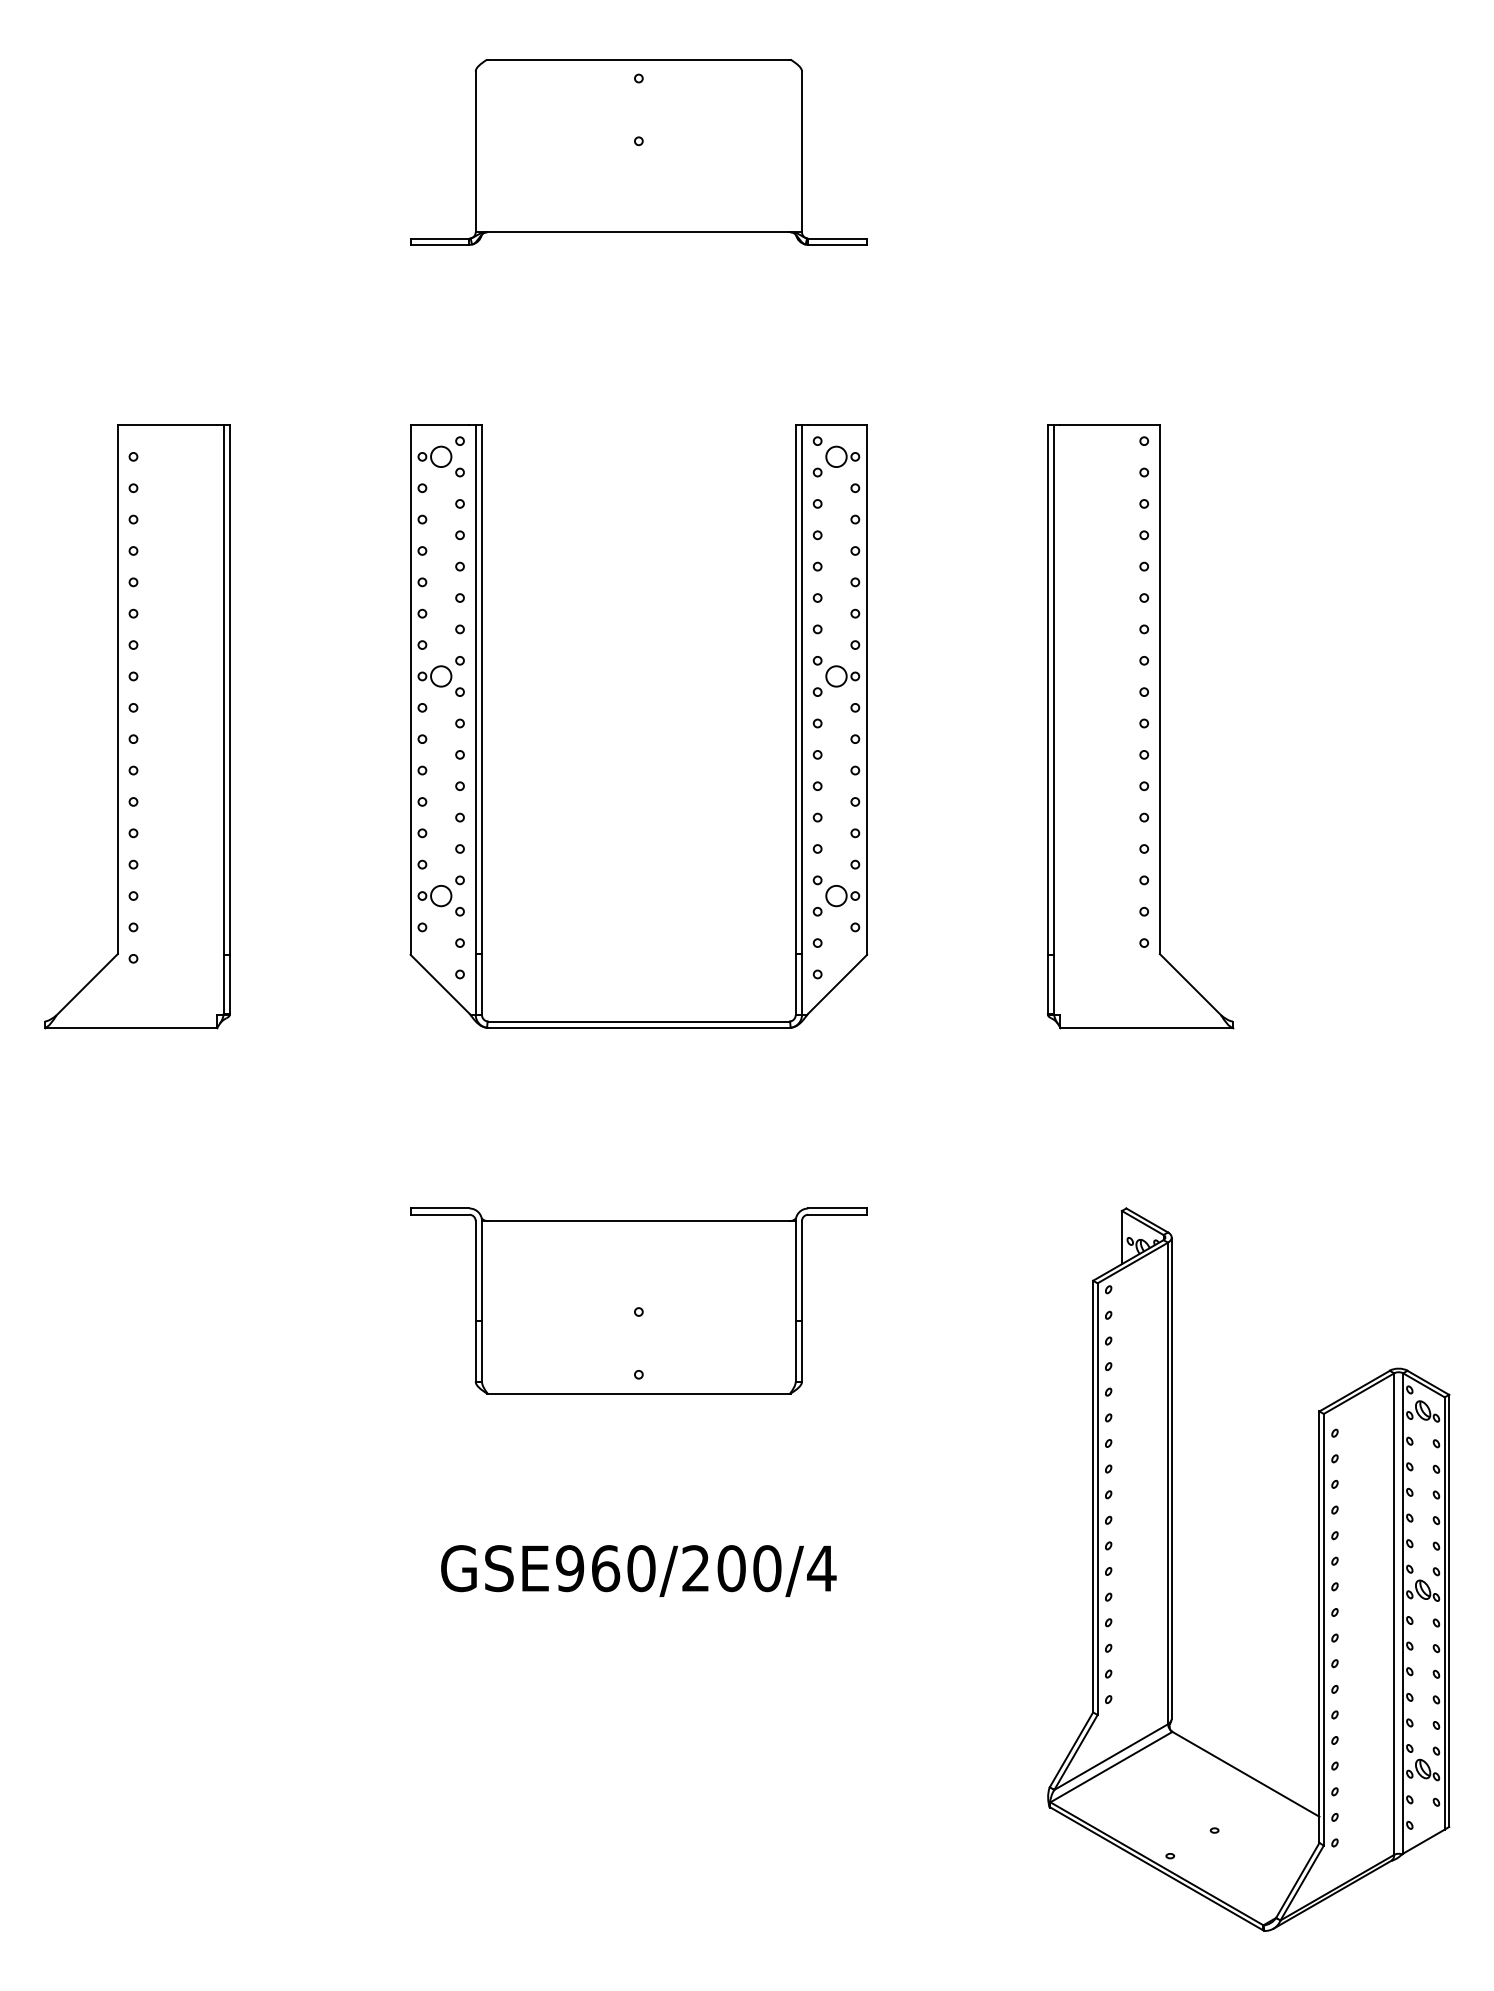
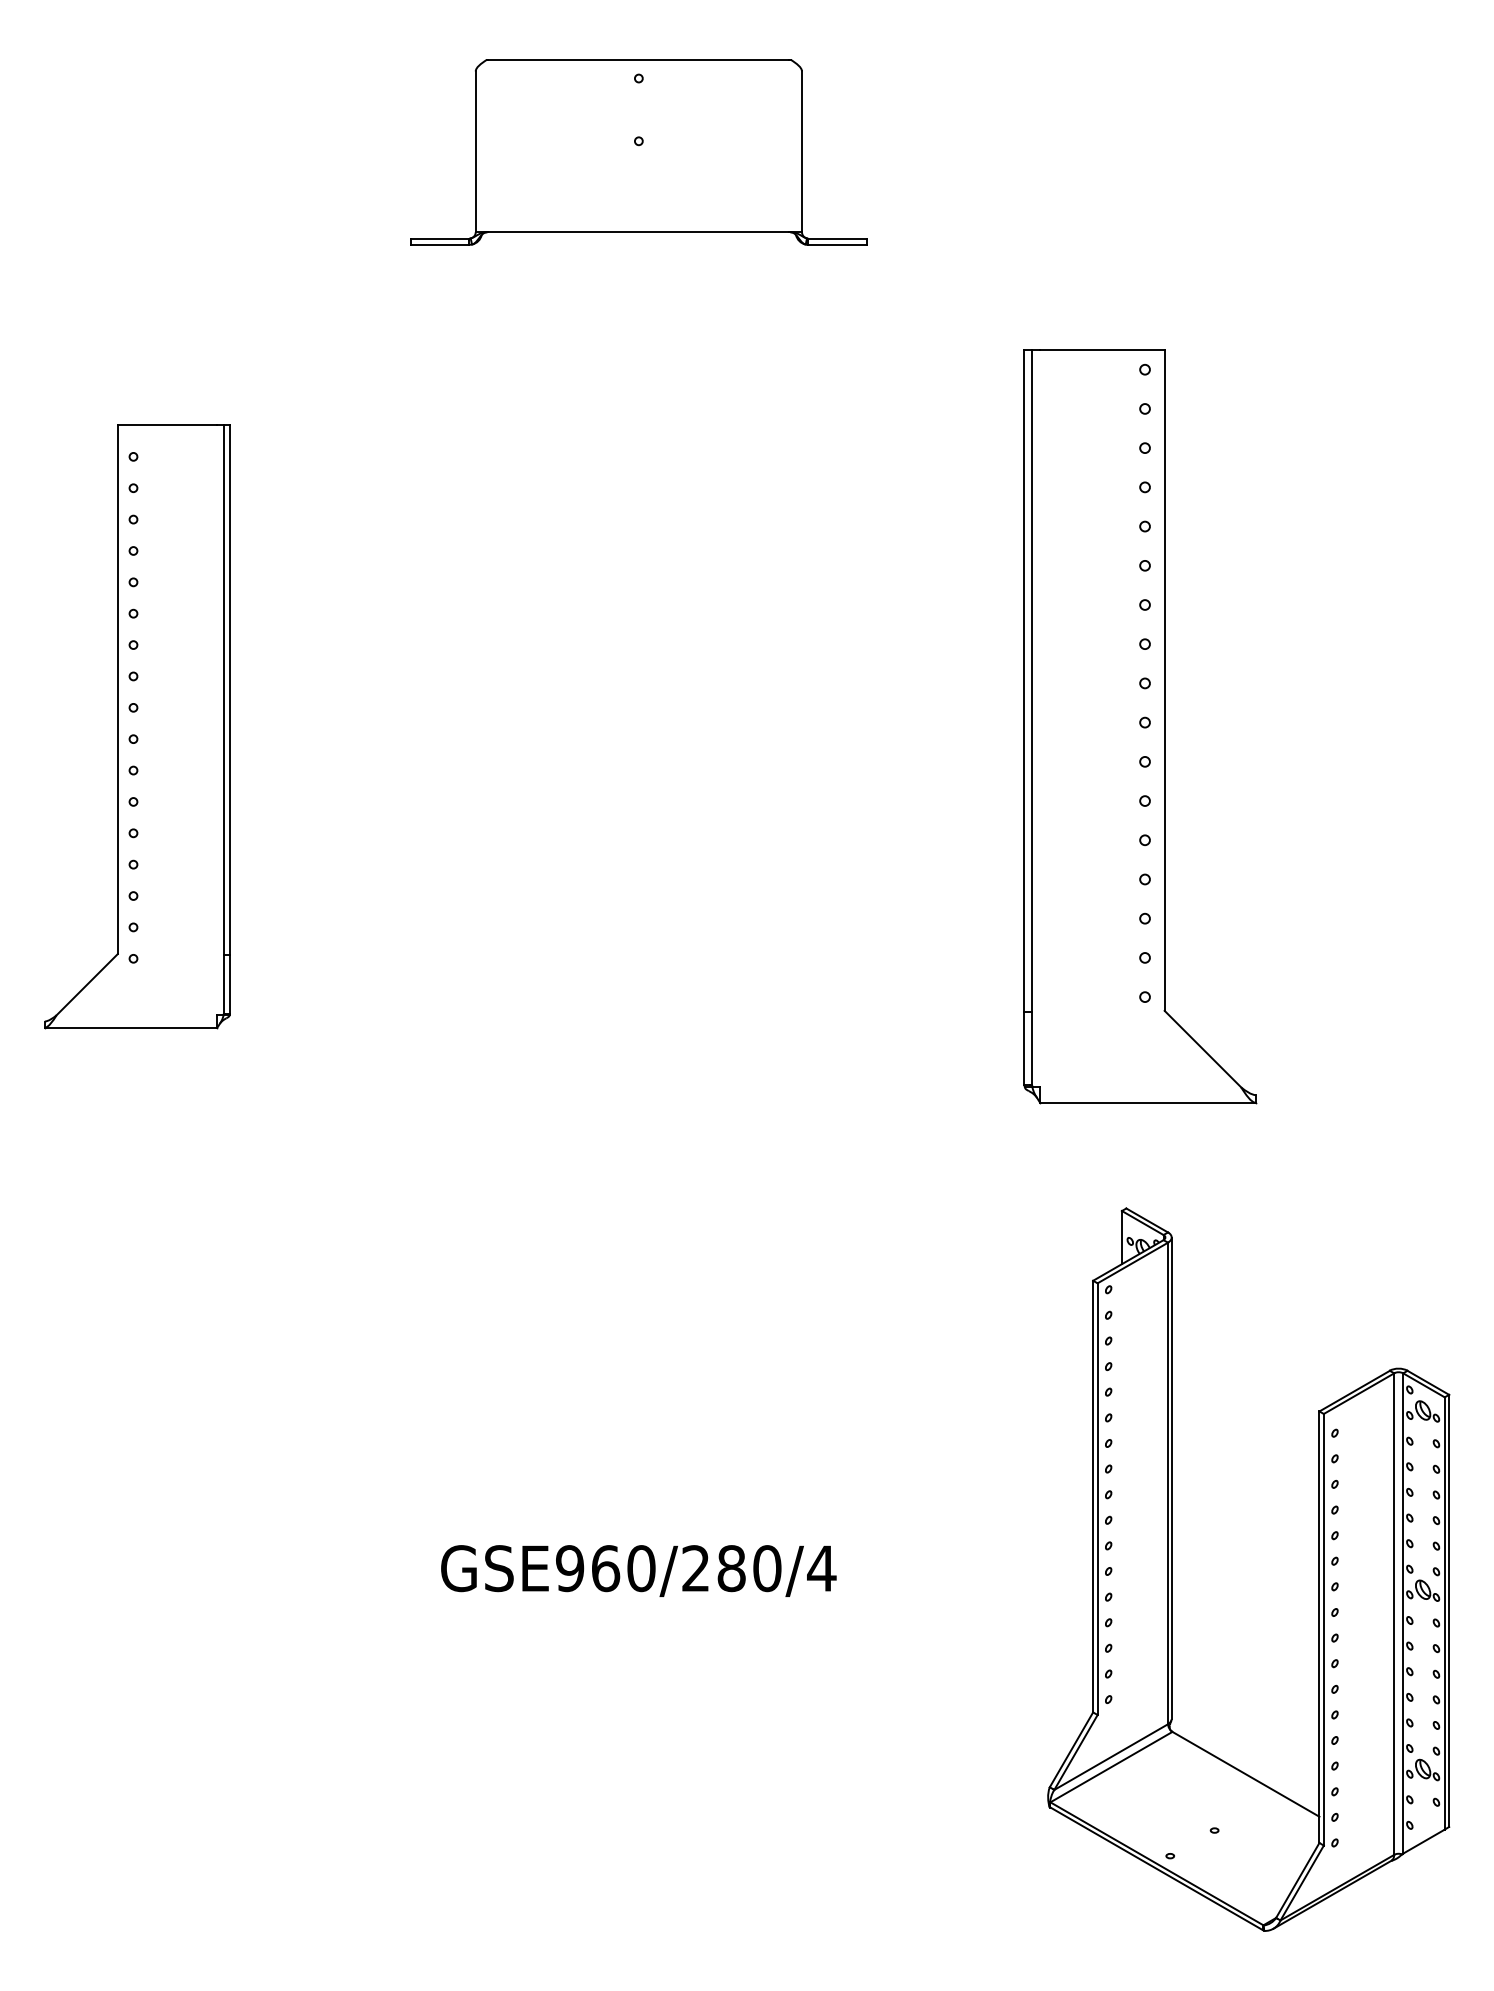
part at (482, 726): present -> none
part at (1140, 726) size: 188x606 px -> 235x756 px
part at (638, 1300): present -> none
text at (731, 1568): GSE960/200/4 -> GSE960/280/4
